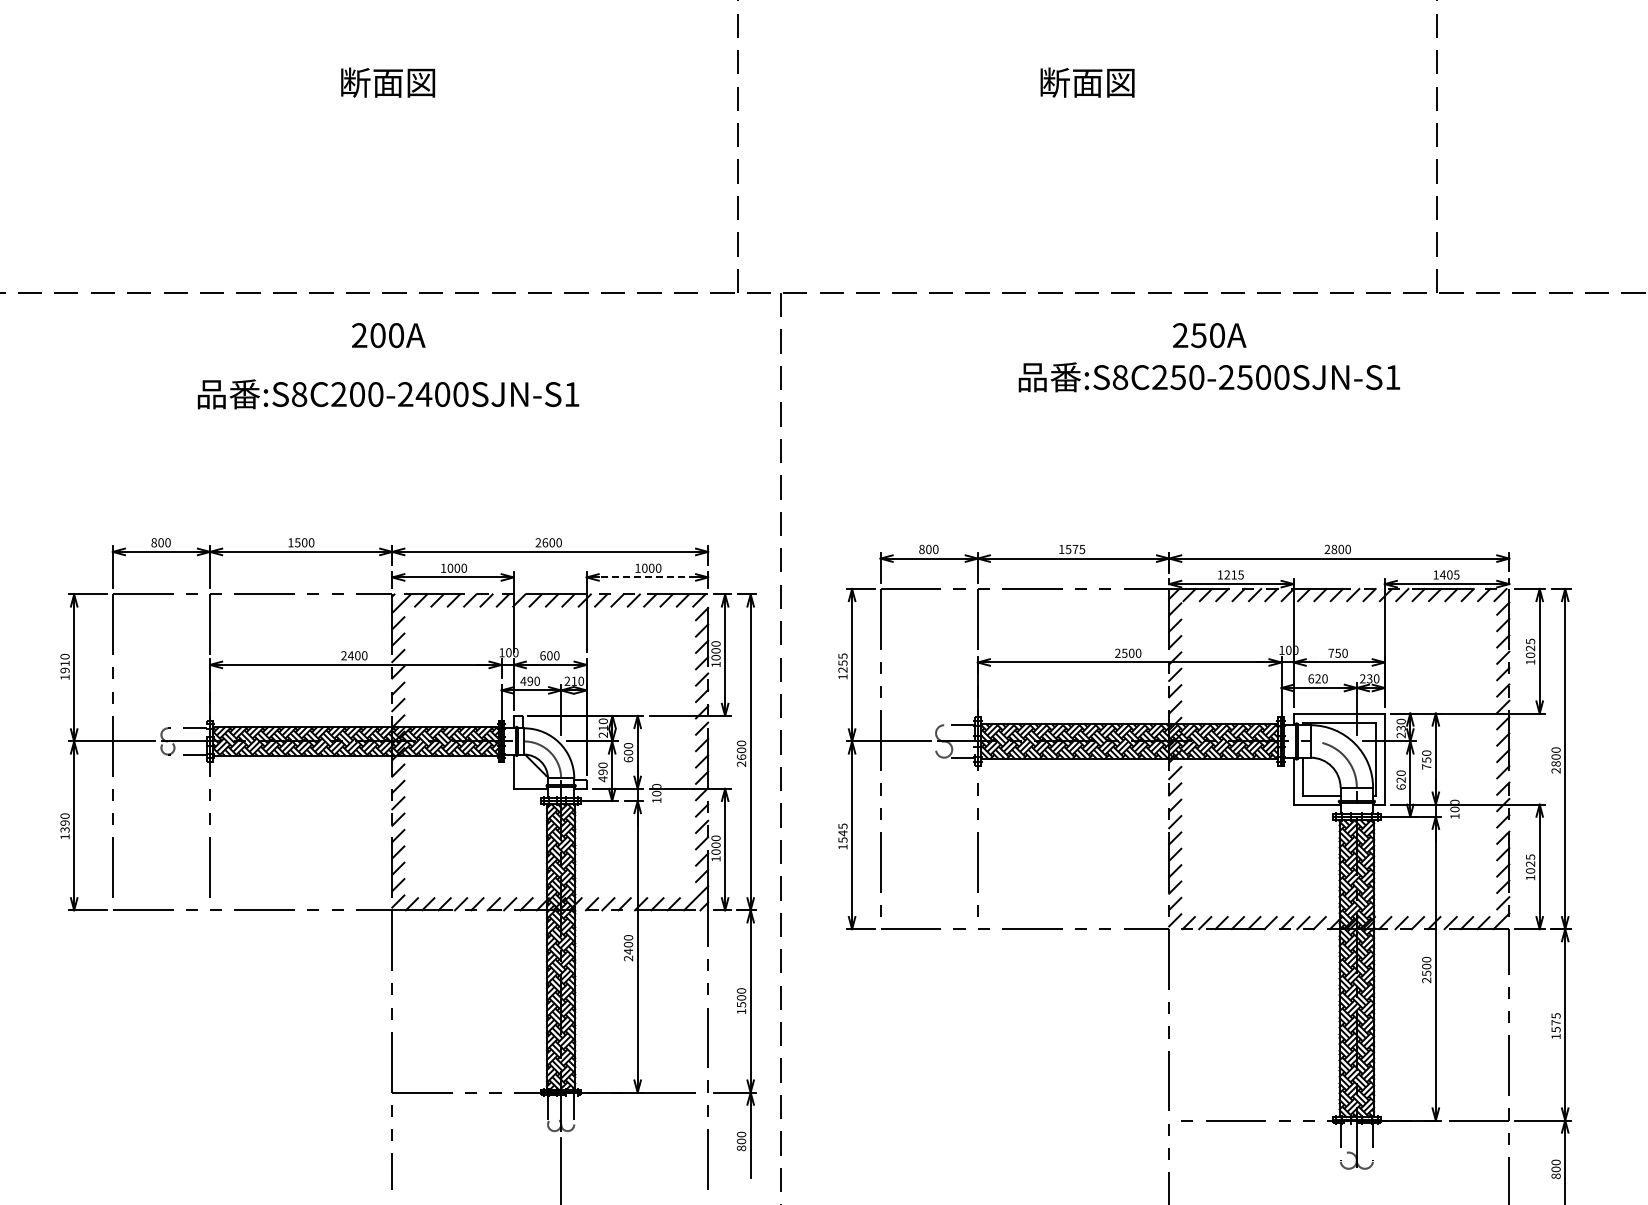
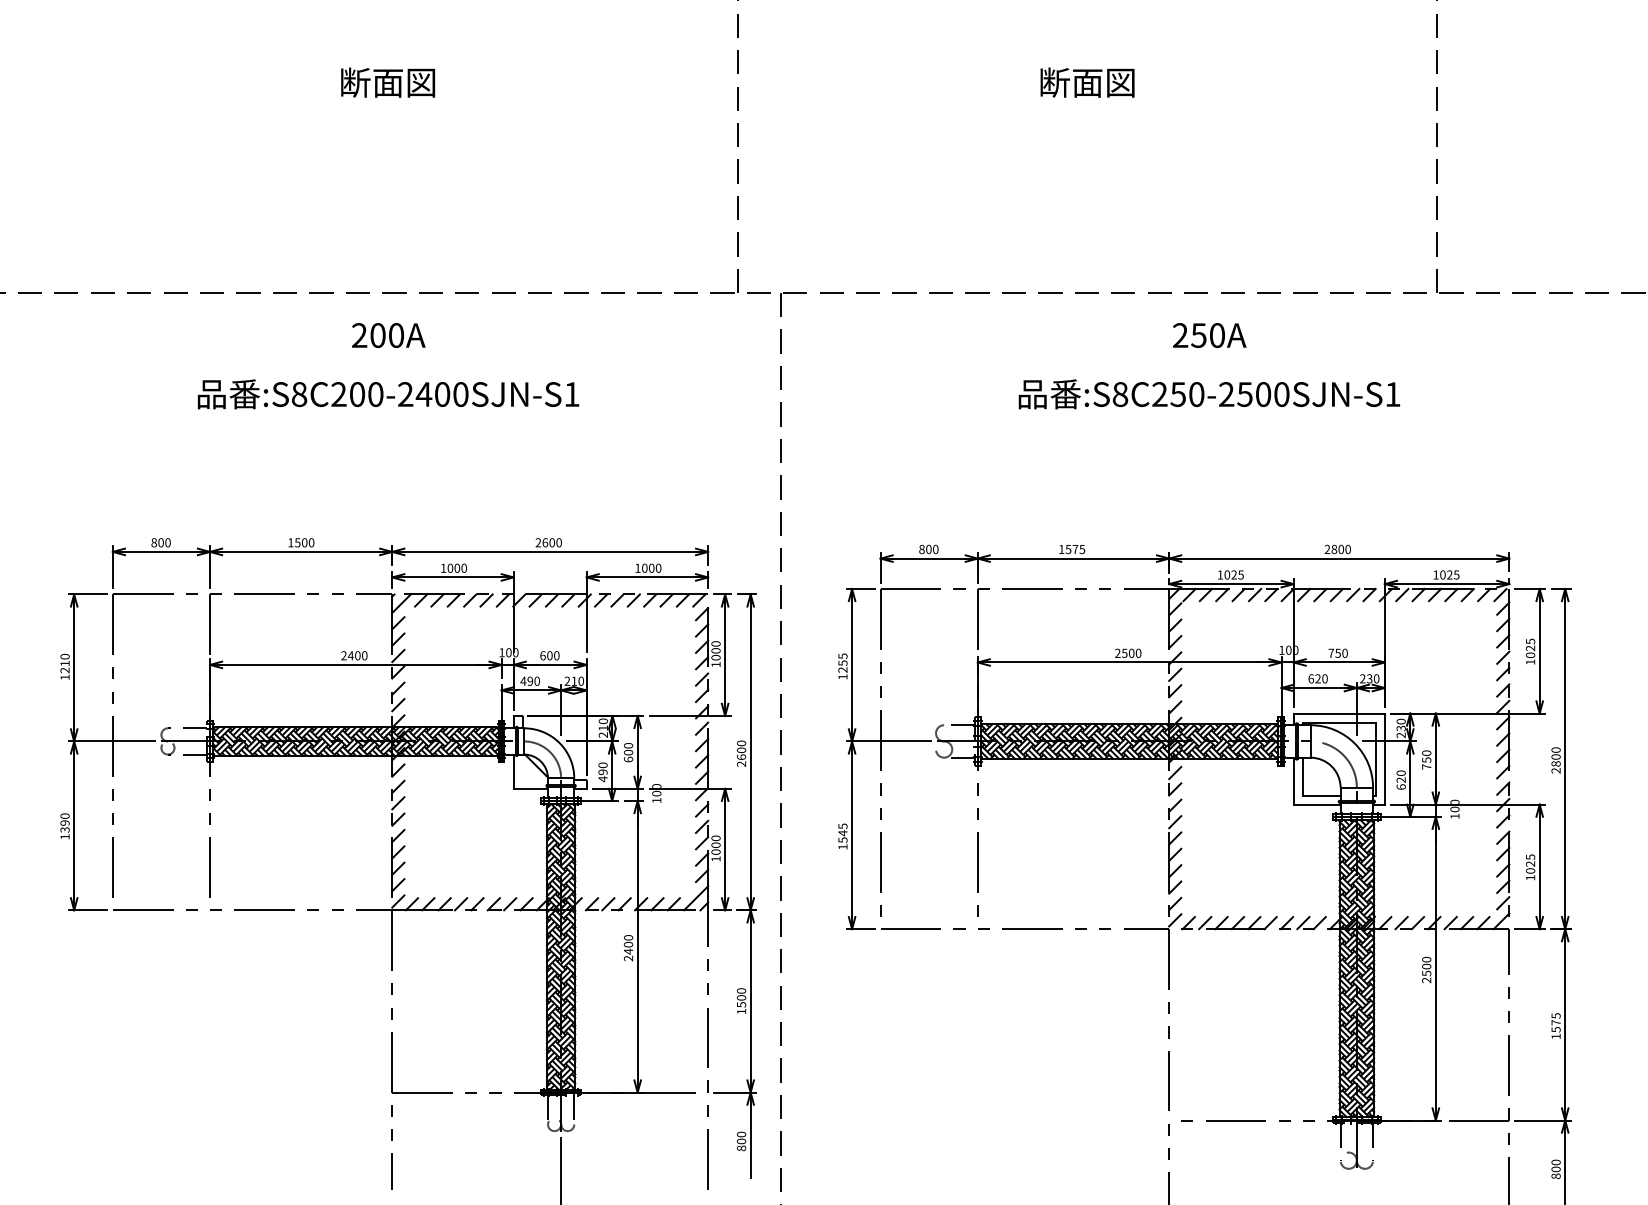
text at (1209, 377) position: (1209, 377) -> (1209, 394)
text at (1230, 574): 1215 -> 1025
text at (1445, 574): 1405 -> 1025
line at (647, 577): dashed -> solid
text at (65, 670): 1910 -> 1210
